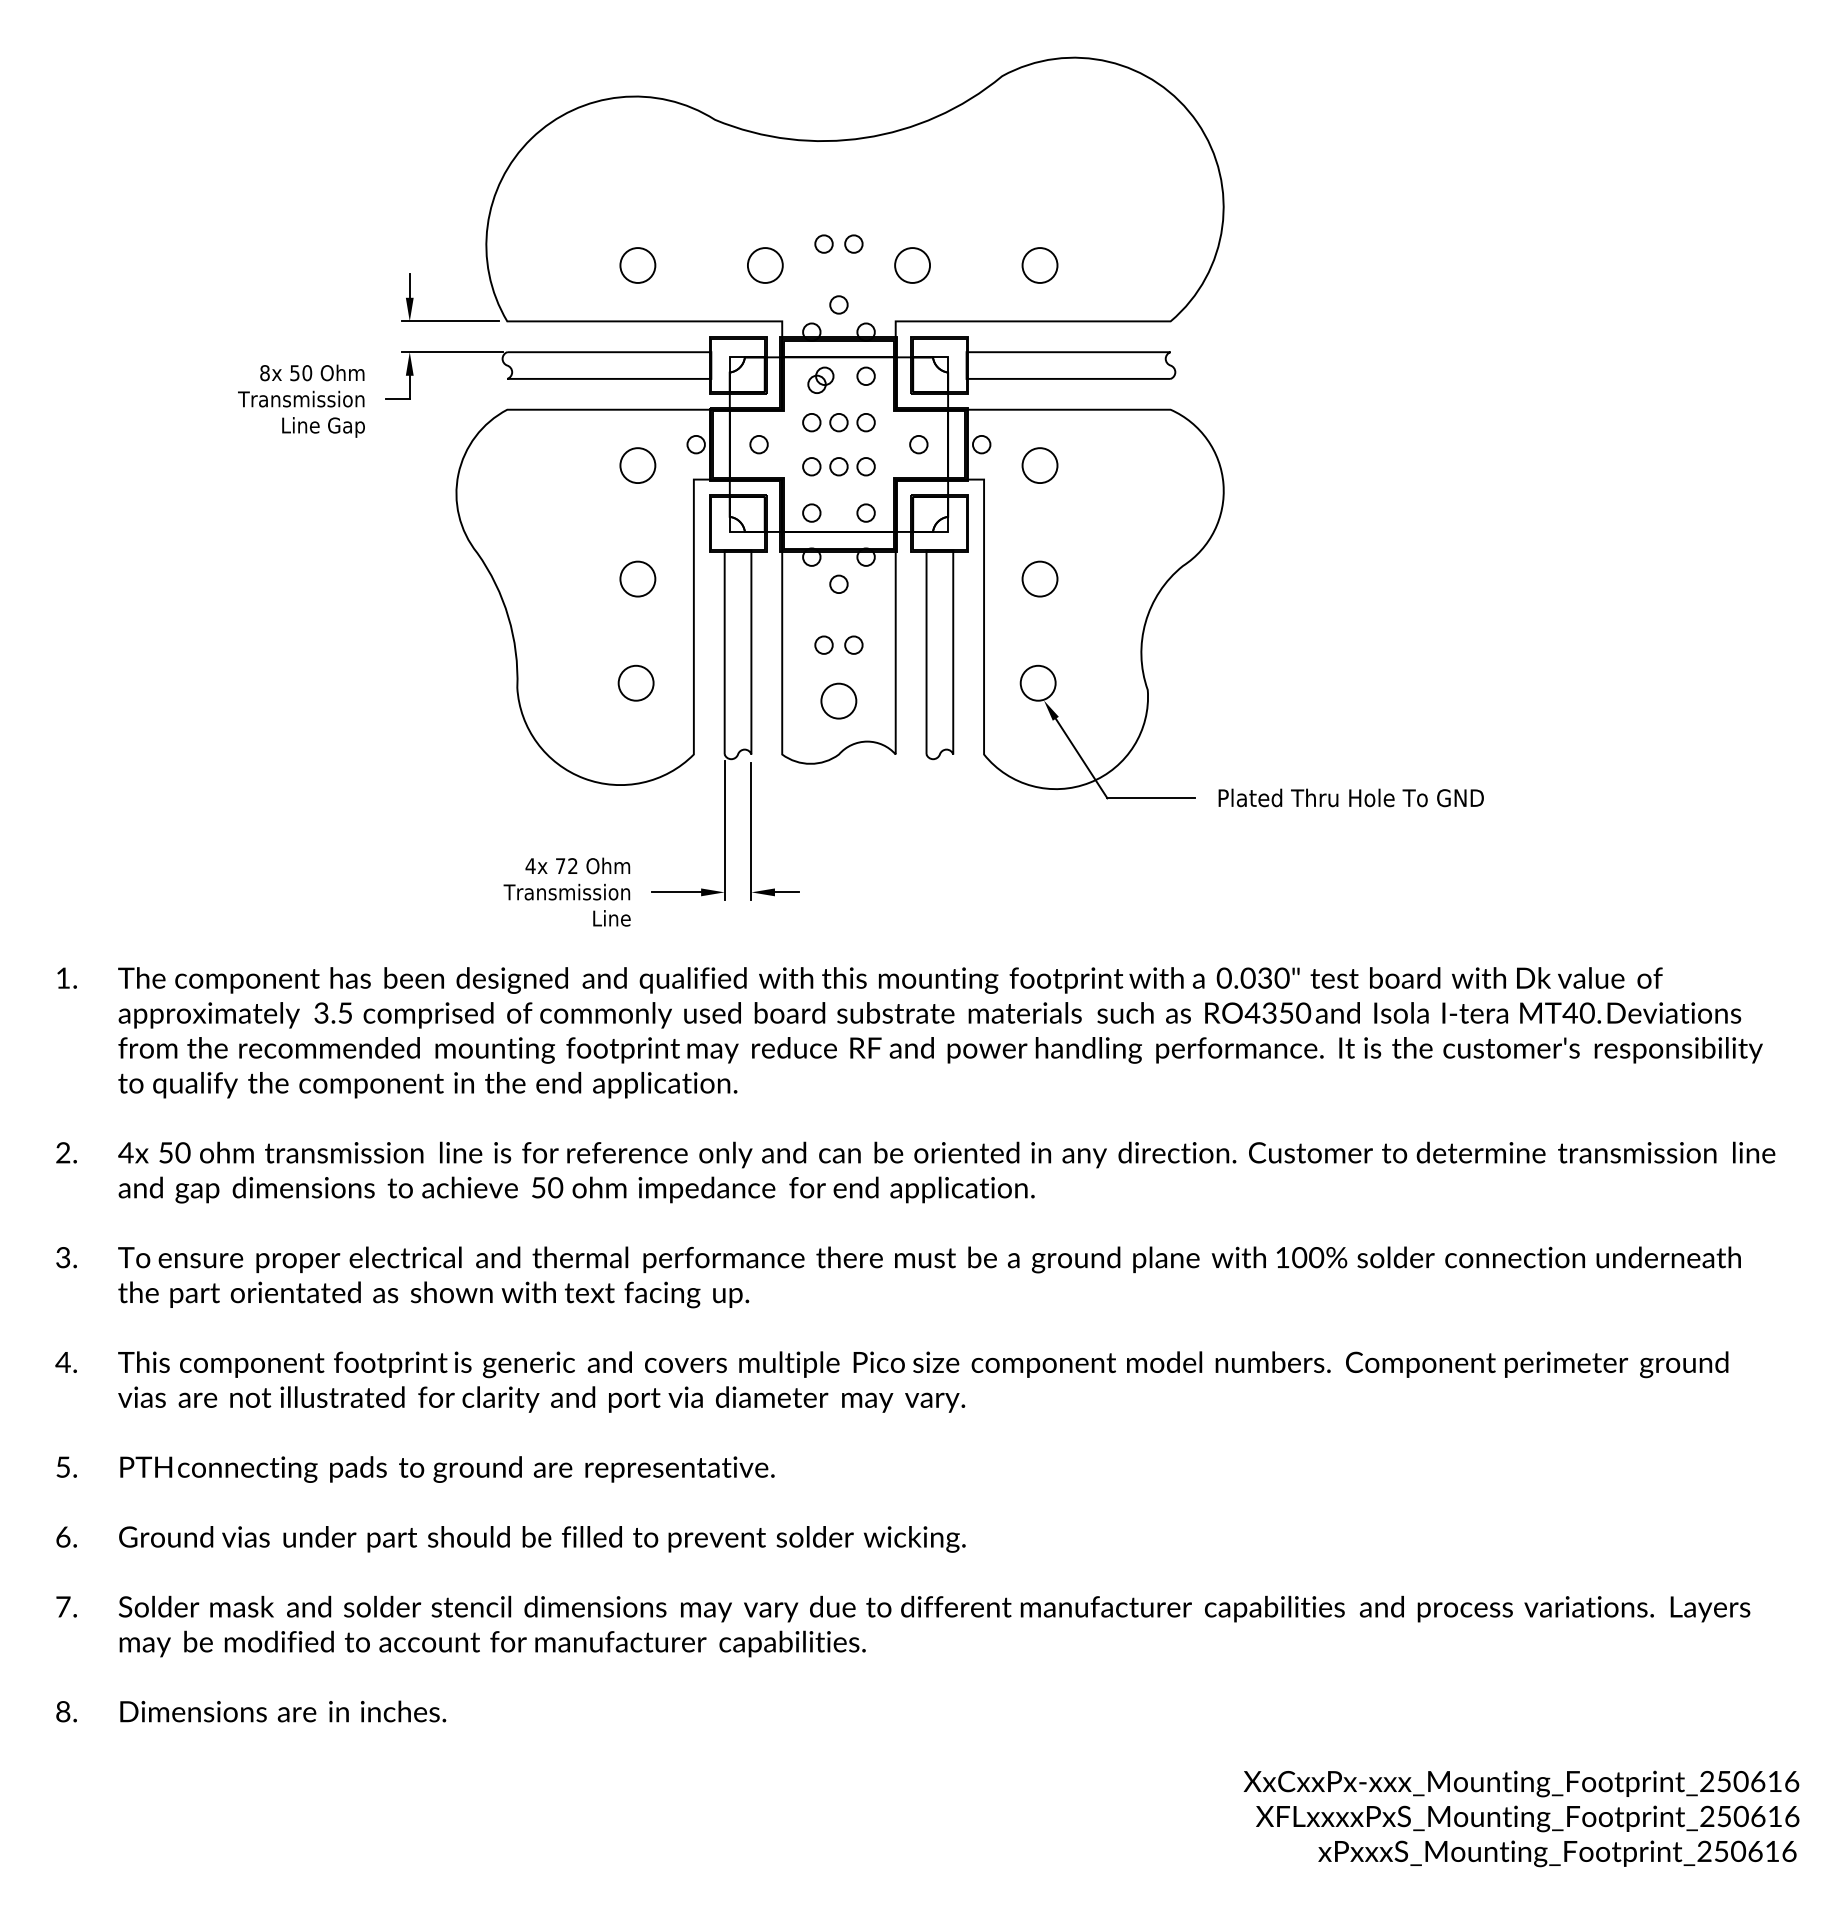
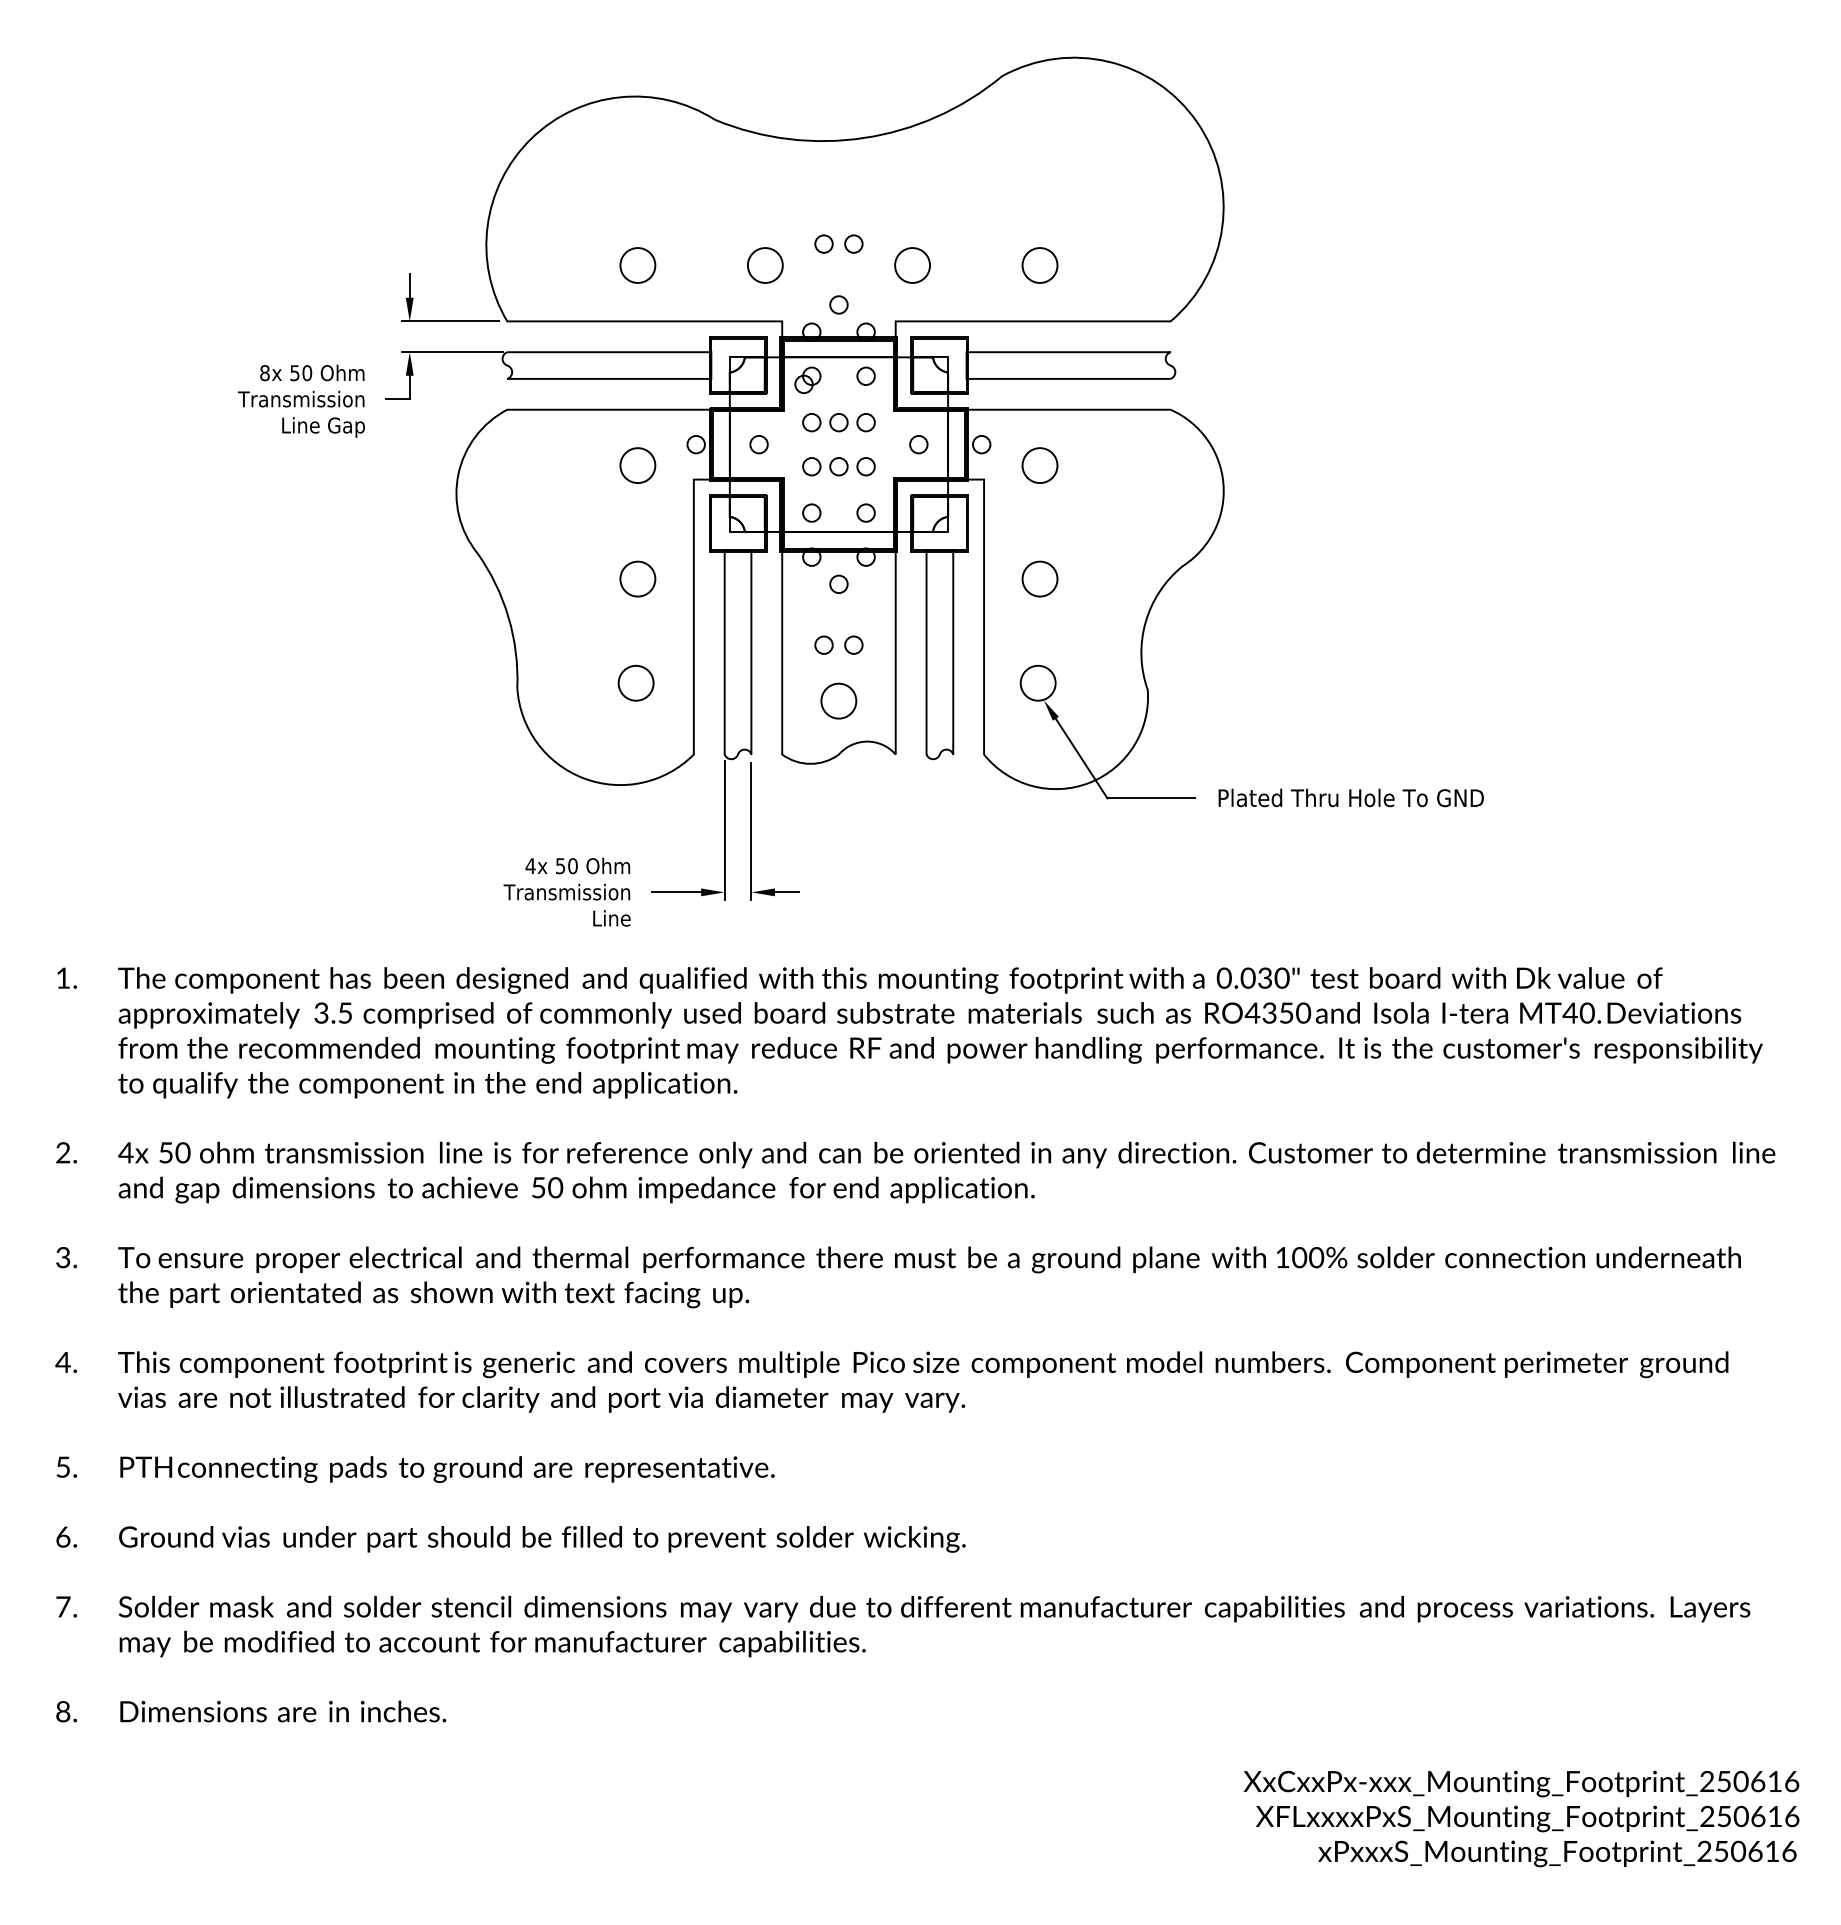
part at (820, 379) position: (820, 379) -> (807, 379)
text at (566, 866): 72 -> 50
